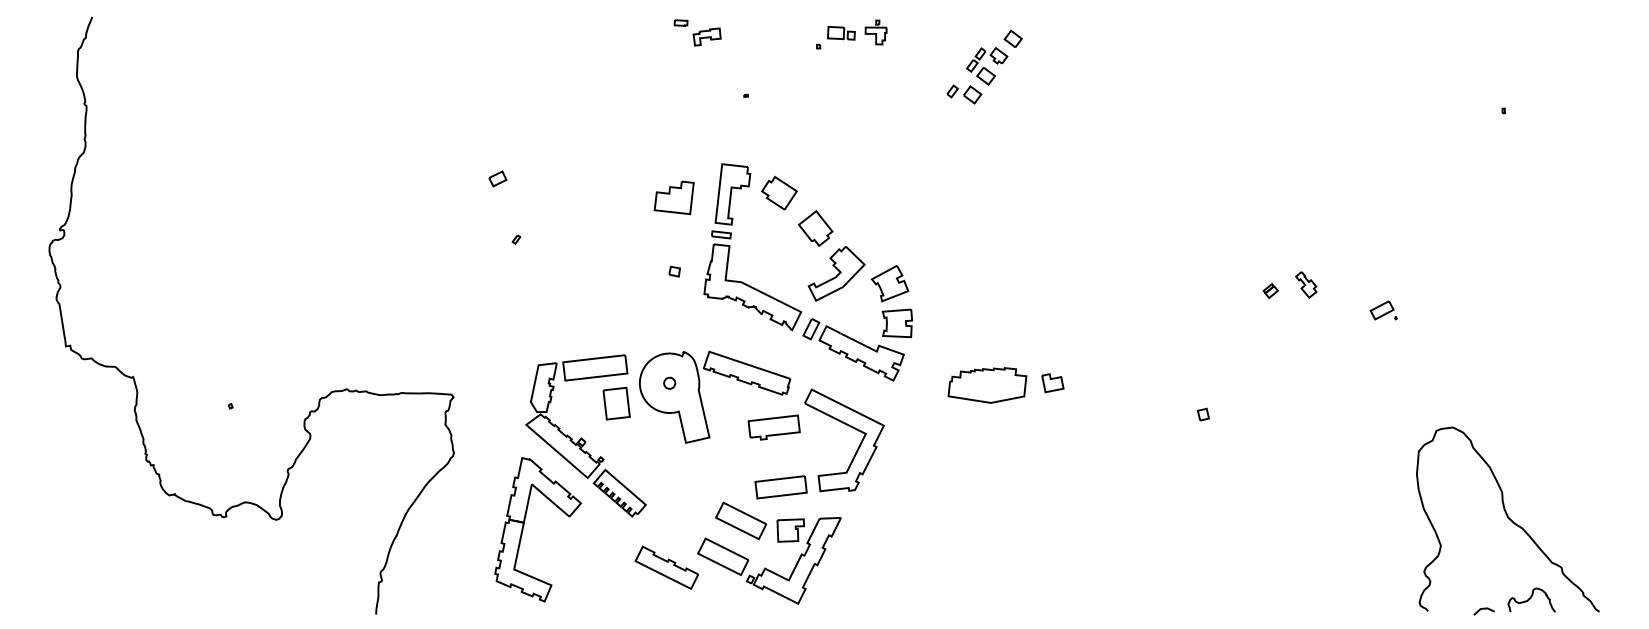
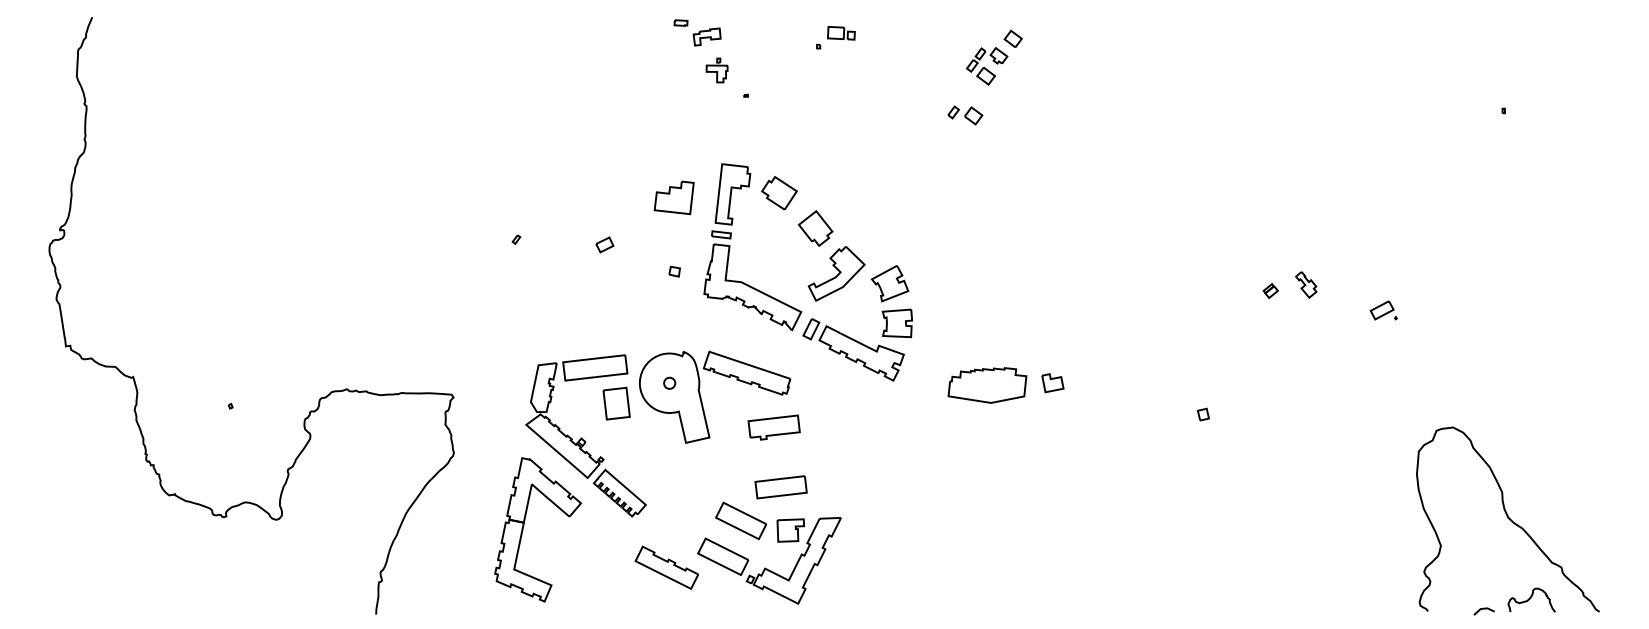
part at (875, 32) position: (875, 32) -> (716, 70)
part at (964, 94) position: (964, 94) -> (965, 115)
part at (497, 178) position: (497, 178) -> (604, 244)
part at (850, 427): present -> none
